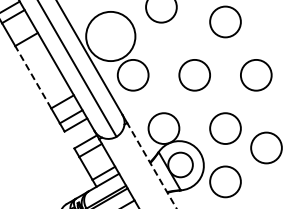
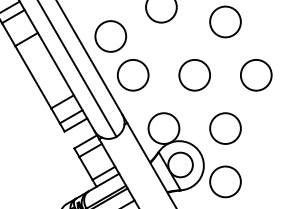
circle at (110, 36) diameter: 49 px -> 31 px
line at (33, 77): dashed -> solid
circle at (266, 147): present -> none
line at (151, 165): dashed -> solid
